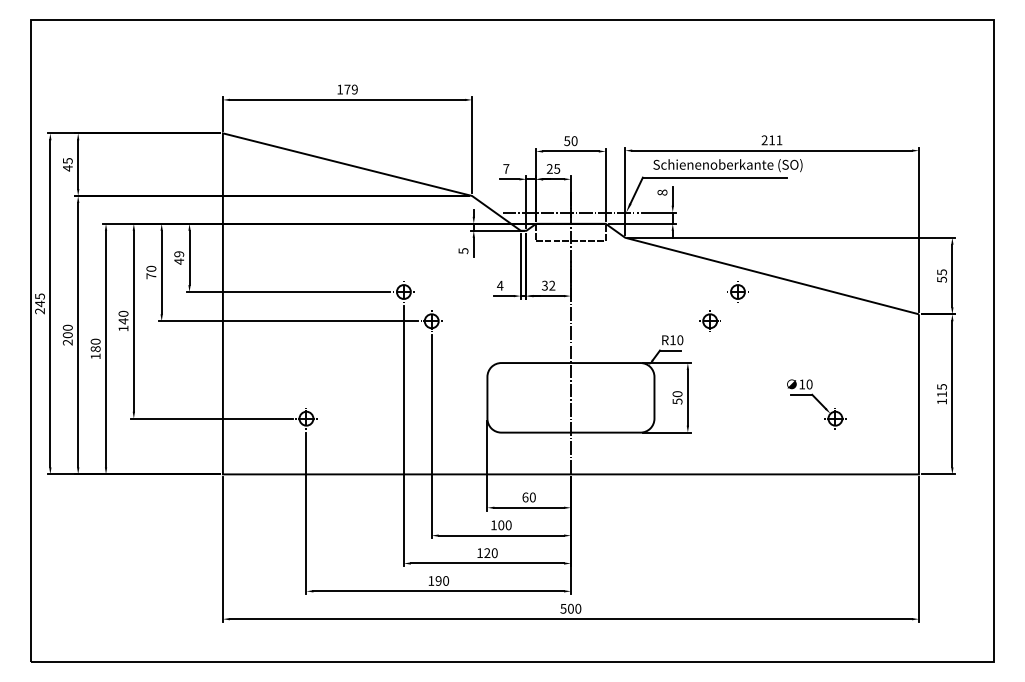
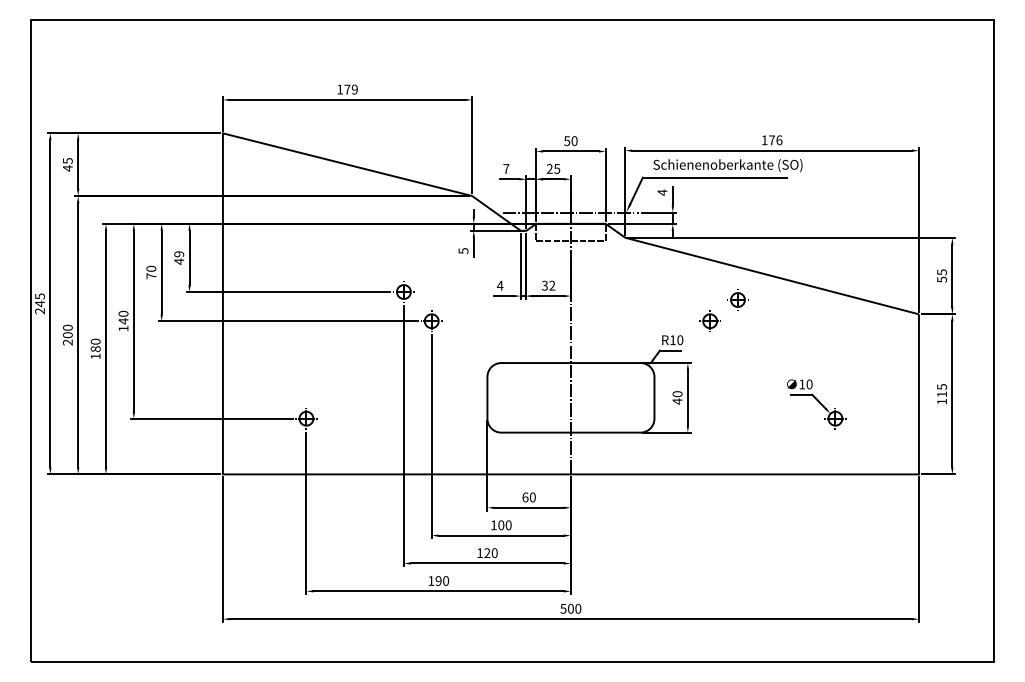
text at (771, 140): 211 -> 176
text at (662, 192): 8 -> 4
part at (737, 291) position: (737, 291) -> (737, 299)
text at (677, 401): 50 -> 40
